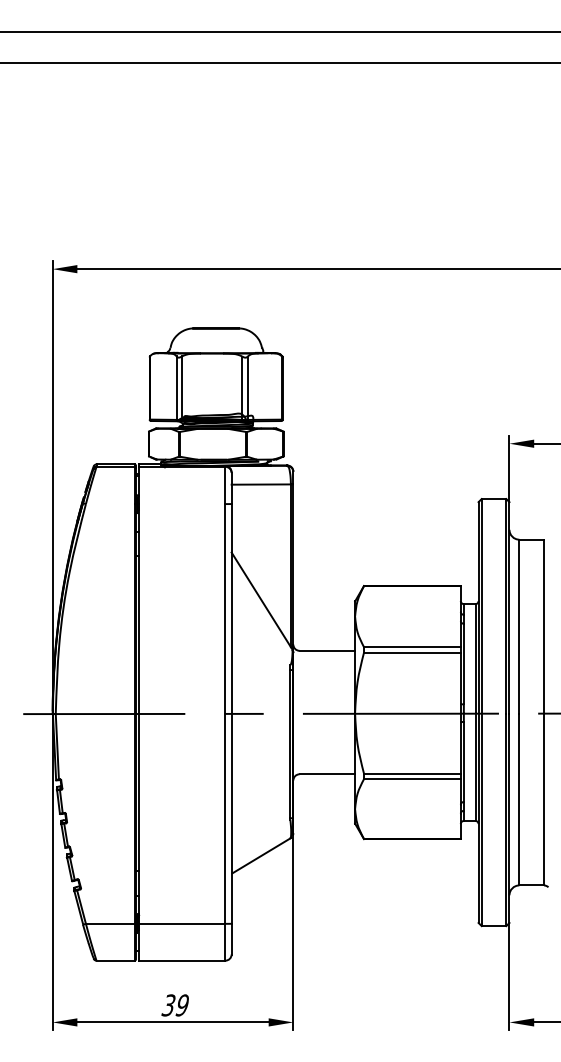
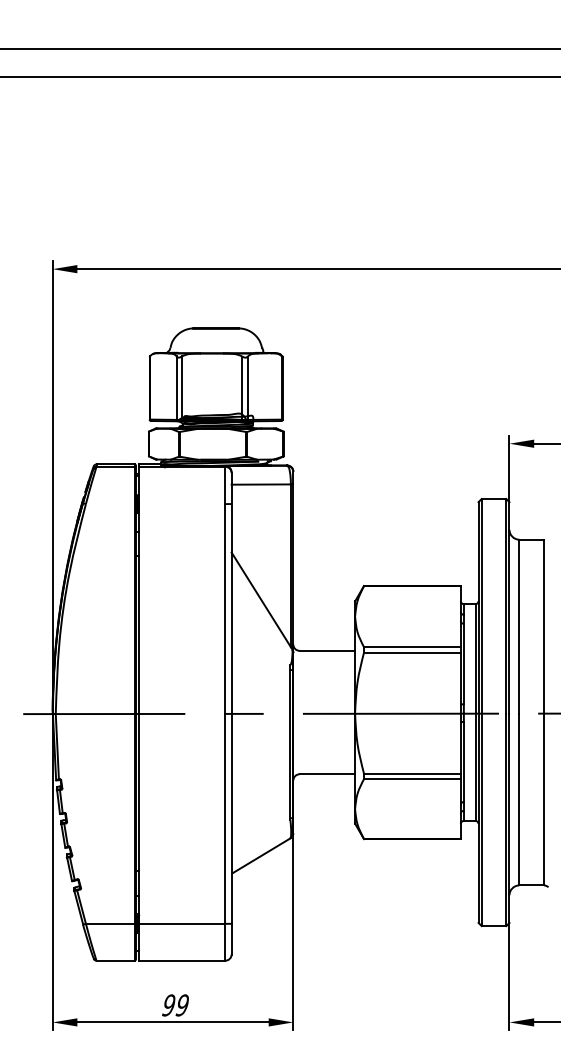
line at (279, 31) position: (279, 31) -> (279, 48)
line at (279, 62) position: (279, 62) -> (279, 76)
text at (168, 1005): 39 -> 99
